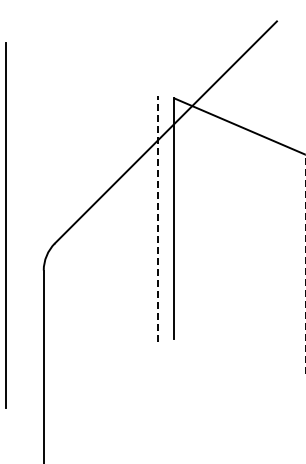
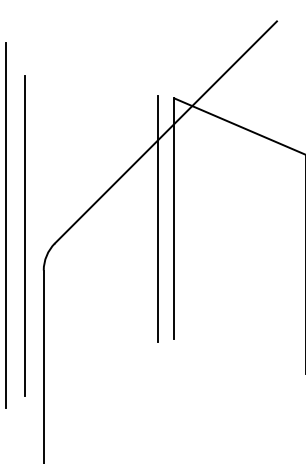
line at (158, 218): dashed -> solid
line at (24, 236): none -> present
line at (305, 264): dashed -> solid
